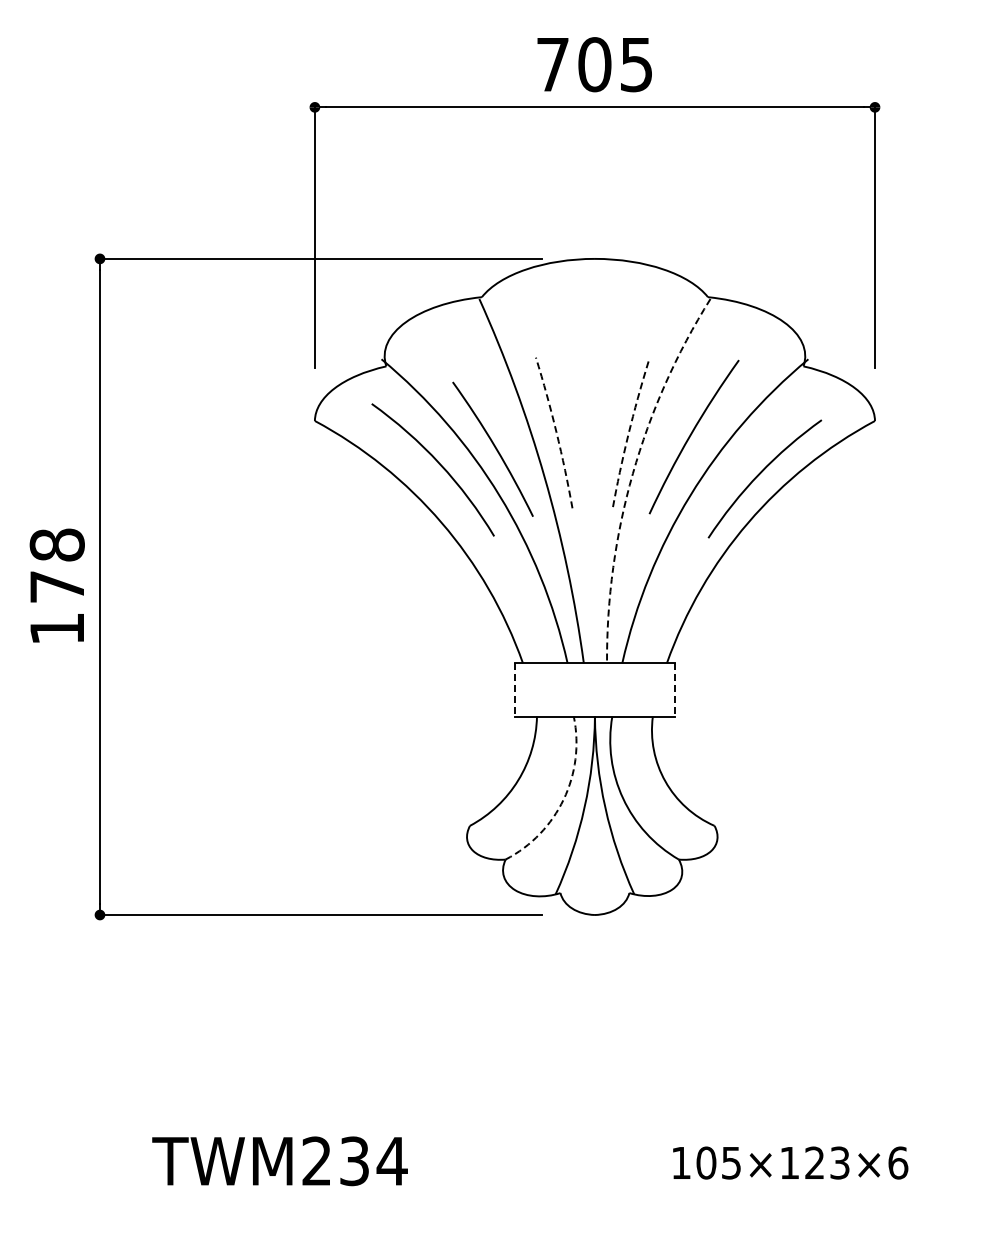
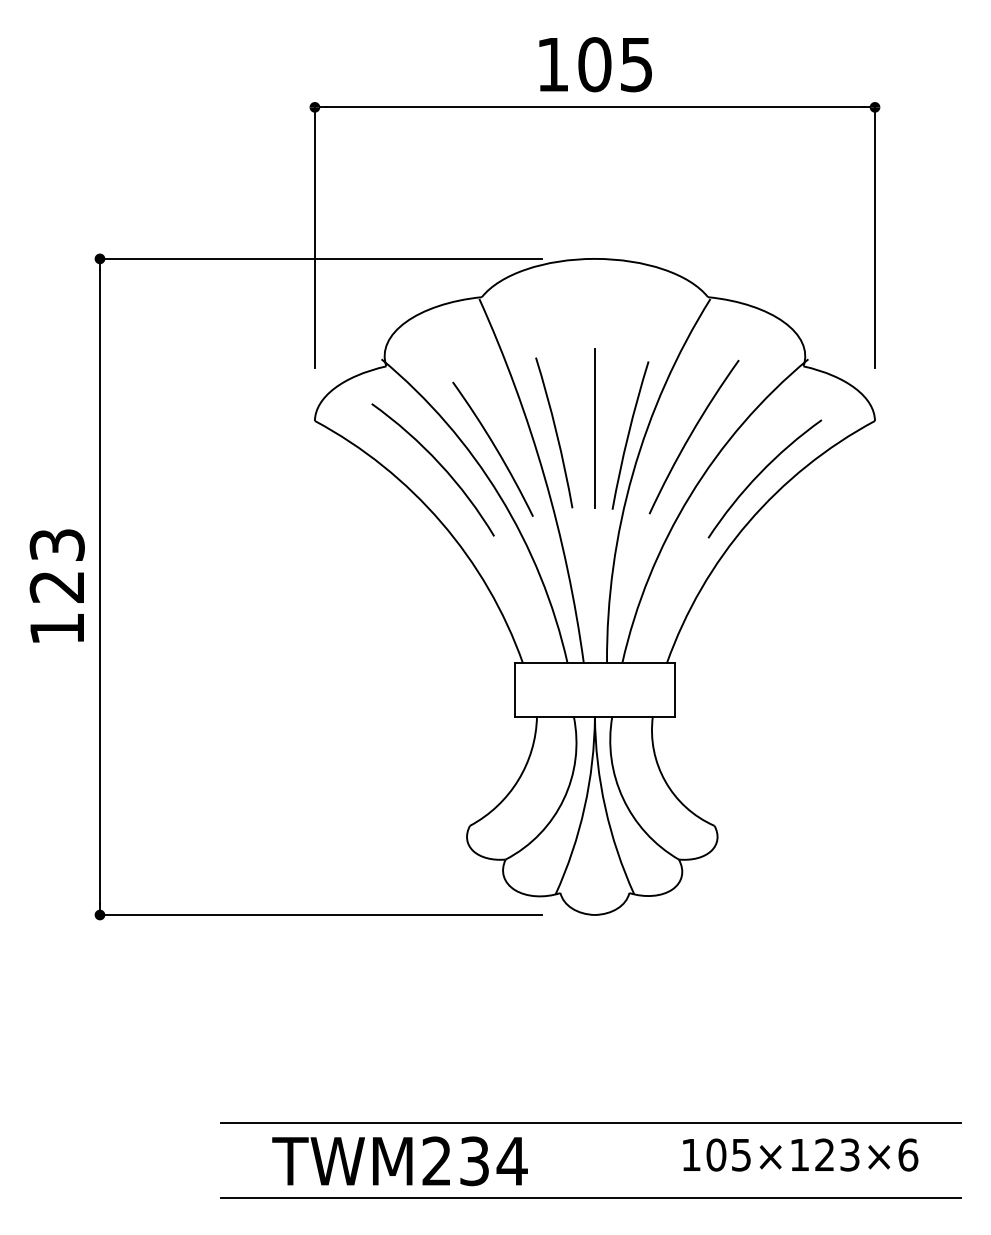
text at (552, 64): 705 -> 105
line at (594, 428): none -> present
arc at (556, 432): dashed -> solid
arc at (628, 435): dashed -> solid
arc at (632, 473): dashed -> solid
text at (56, 565): 178 -> 123
line at (514, 689): dashed -> solid
line at (674, 689): dashed -> solid
arc at (563, 799): dashed -> solid
line at (590, 1123): none -> present
text at (279, 1161) position: (279, 1161) -> (399, 1161)
text at (790, 1162) position: (790, 1162) -> (800, 1154)
line at (590, 1197): none -> present
